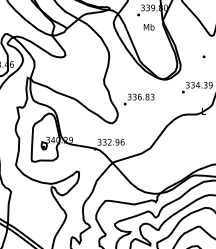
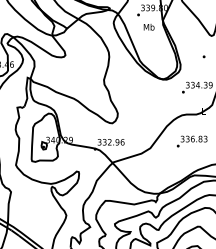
text at (138, 99) position: (138, 99) -> (191, 141)
